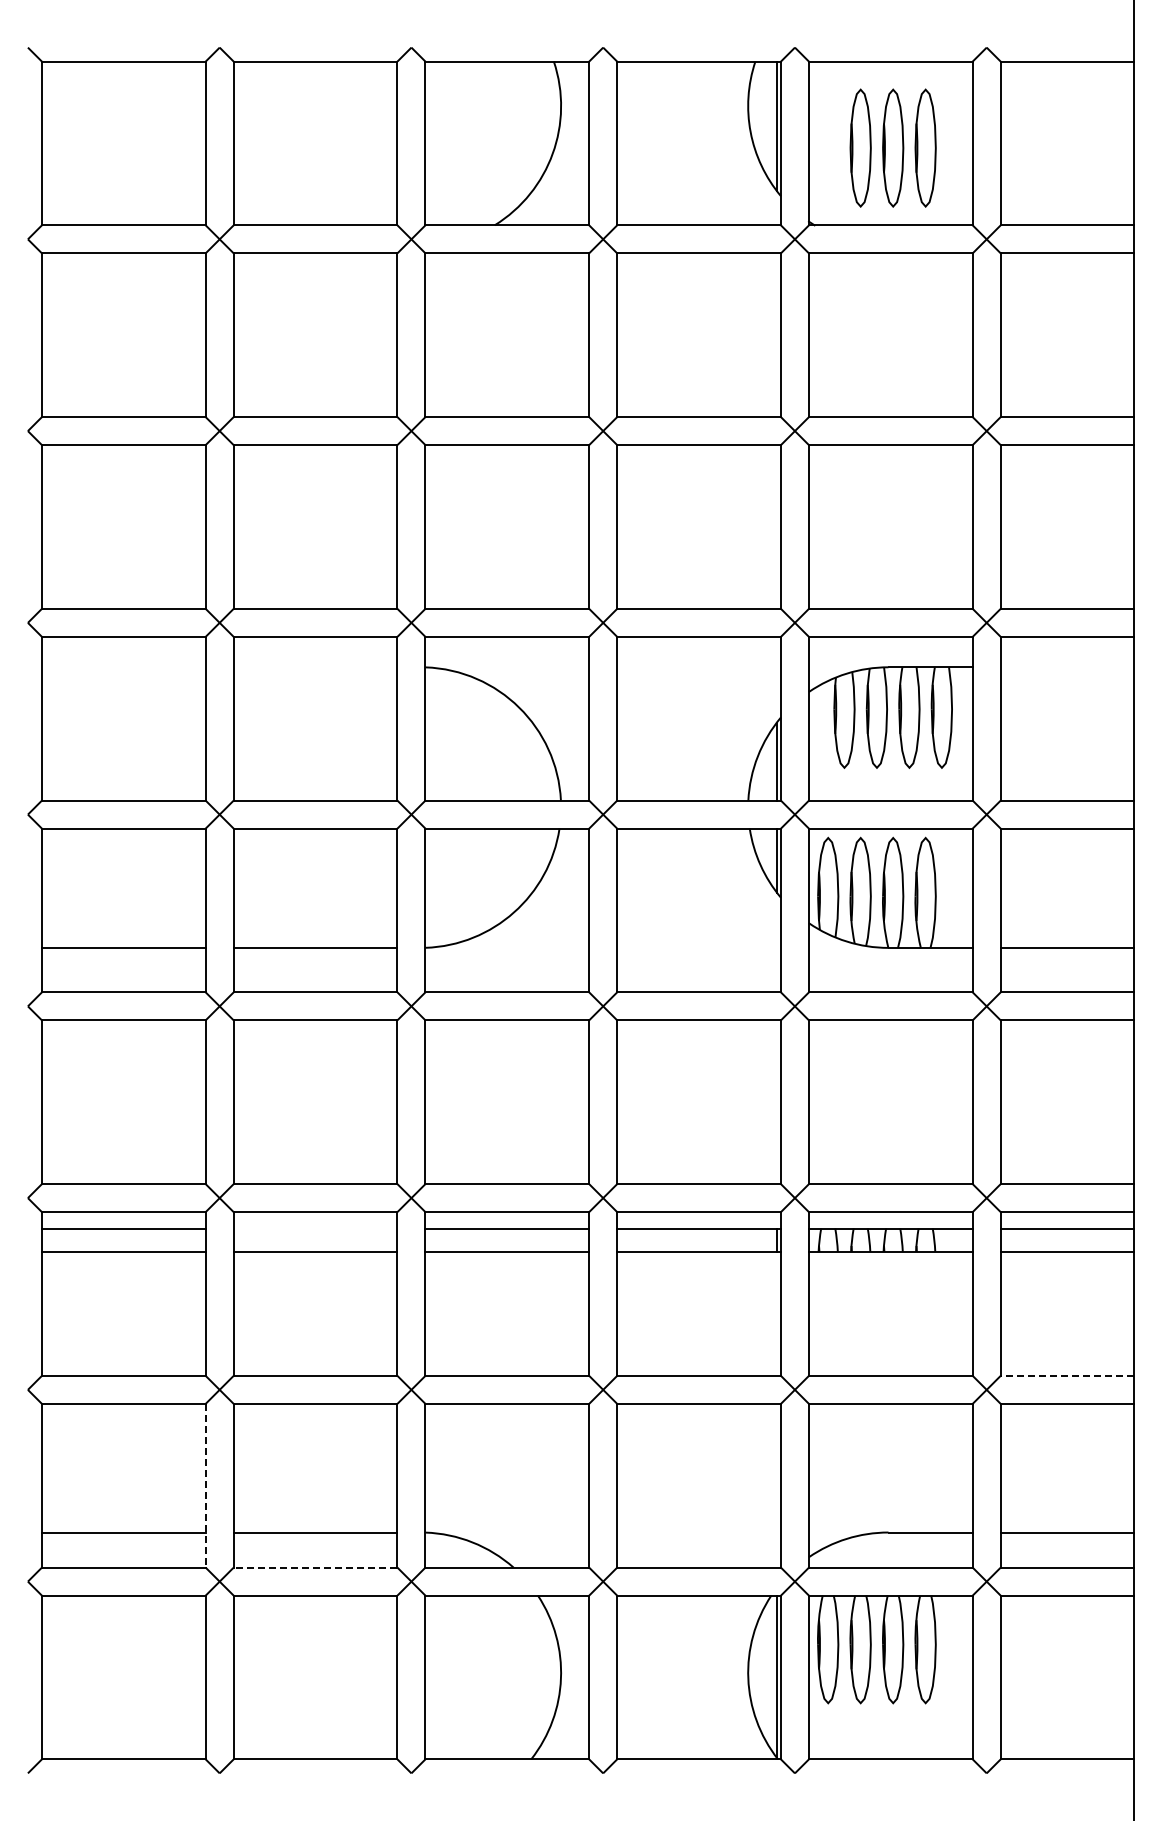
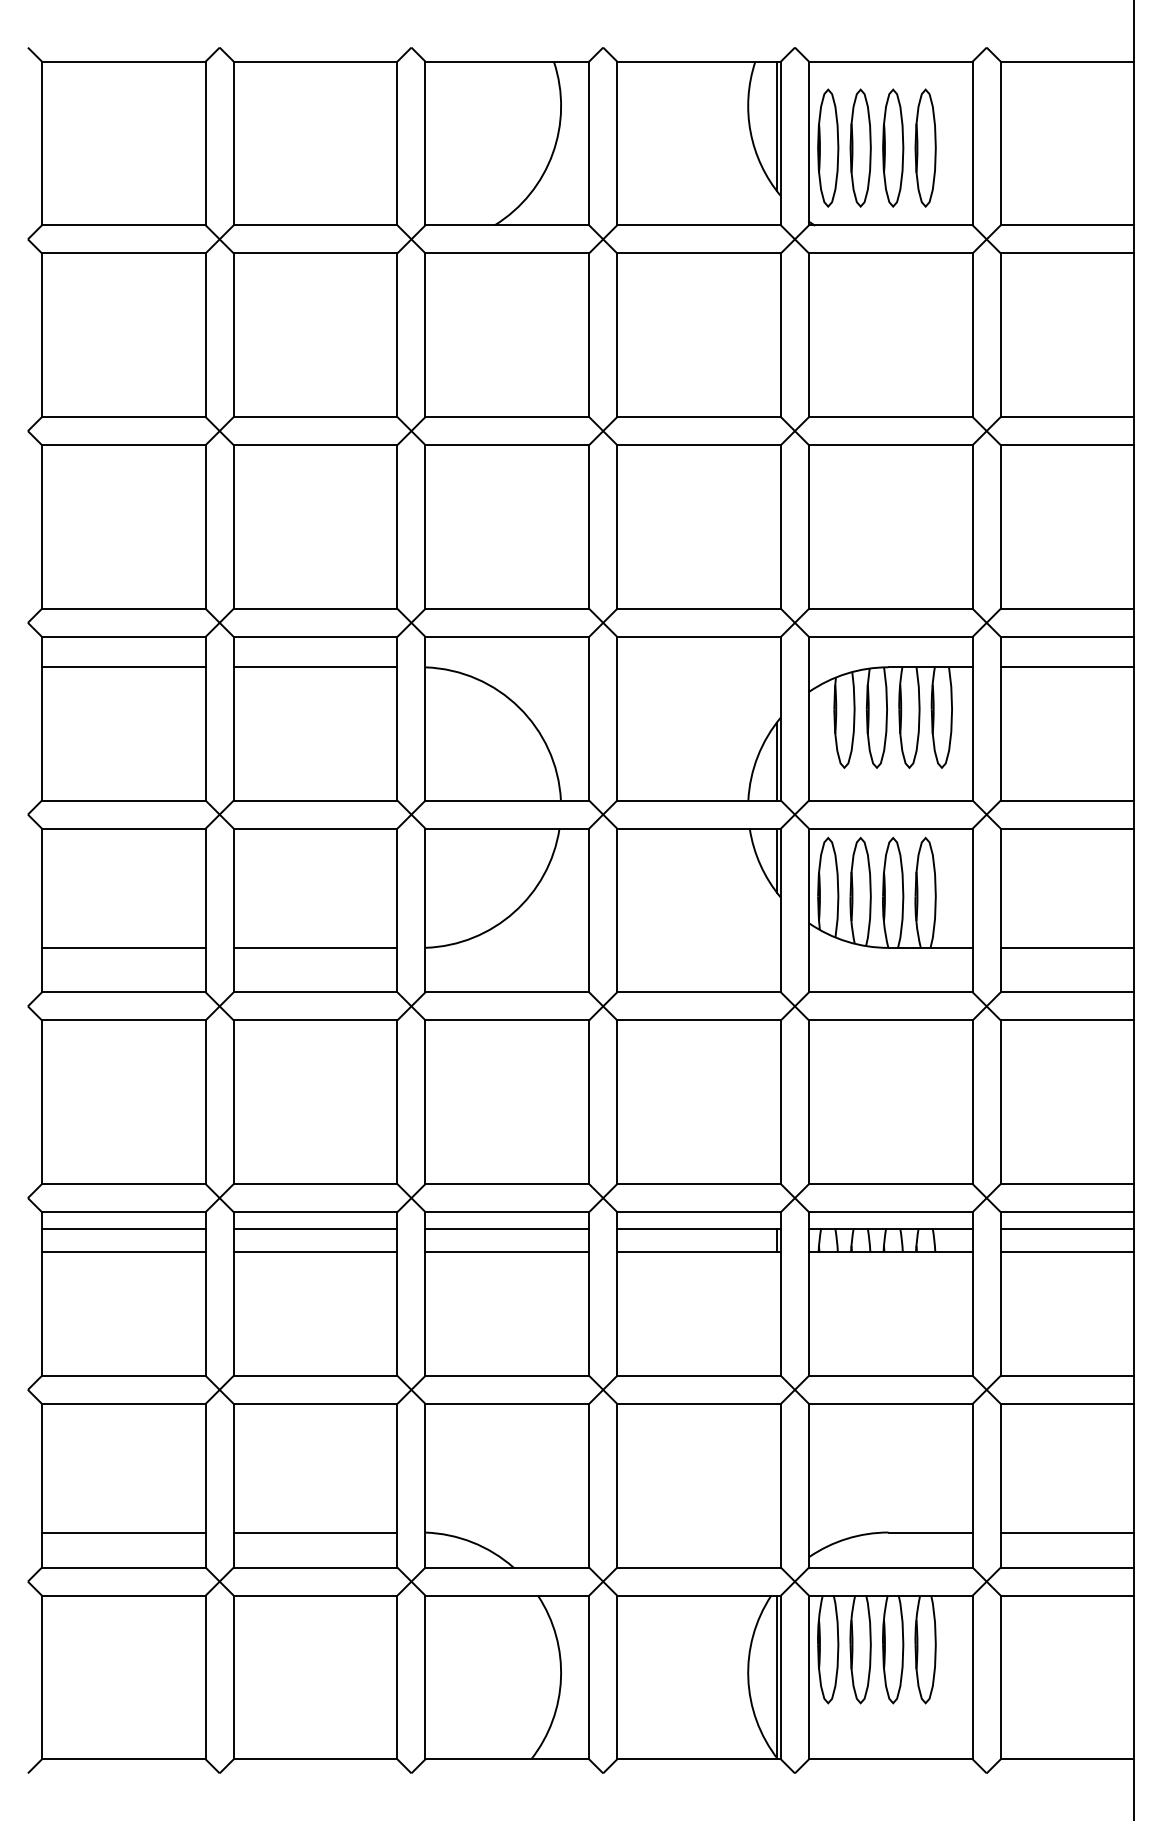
part at (828, 147): none -> present
line at (123, 667): none -> present
line at (315, 667): none -> present
line at (1067, 667): none -> present
line at (315, 1228): none -> present
line at (1067, 1375): dashed -> solid
line at (205, 1485): dashed -> solid
line at (315, 1567): dashed -> solid
